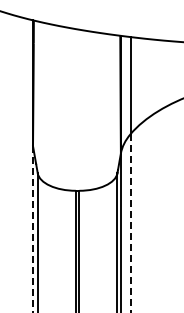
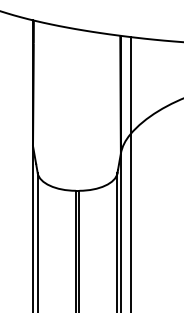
line at (130, 223): dashed -> solid
line at (33, 229): dashed -> solid
